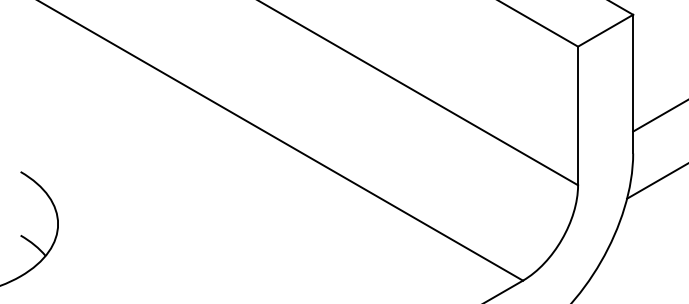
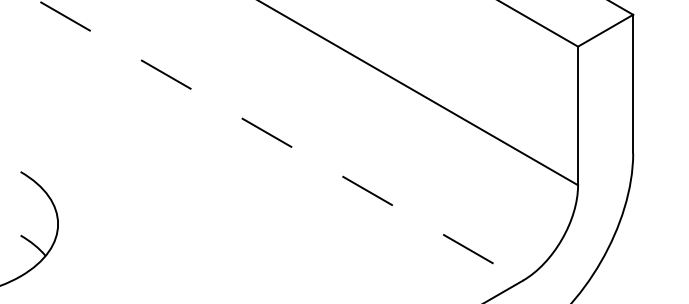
line at (659, 116): present -> none
line at (280, 140): solid -> dashed
line at (656, 181): present -> none
